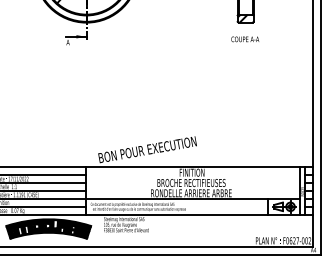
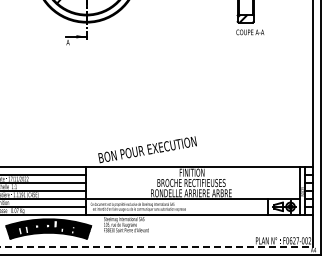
text at (245, 39) position: (245, 39) -> (250, 32)
line at (156, 246): solid -> dashed
